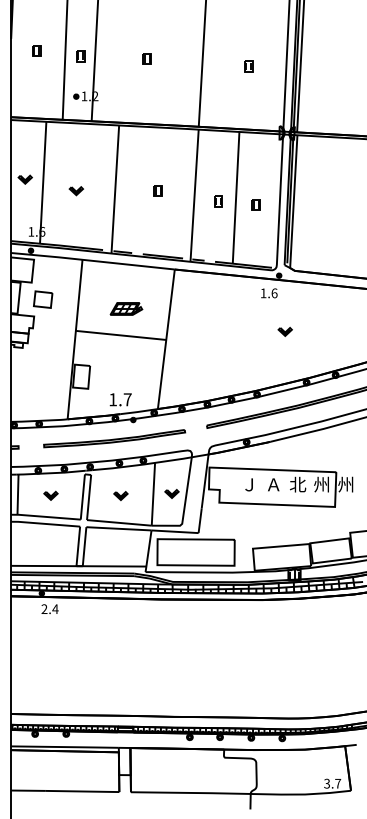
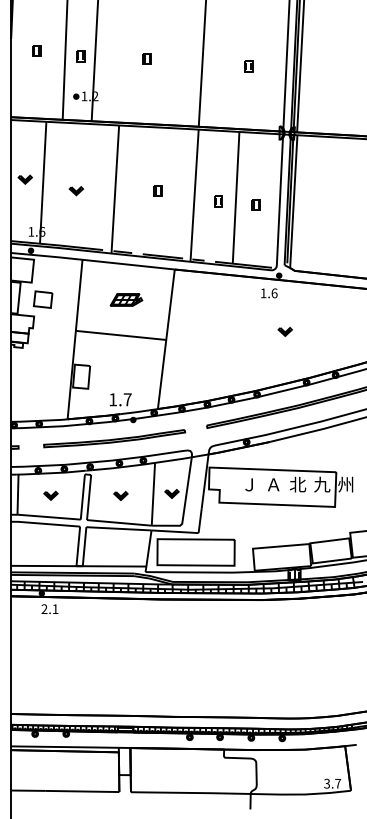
part at (126, 308) position: (126, 308) -> (126, 299)
text at (322, 484): 州 -> 九
text at (55, 608): 2.4 -> 2.1
